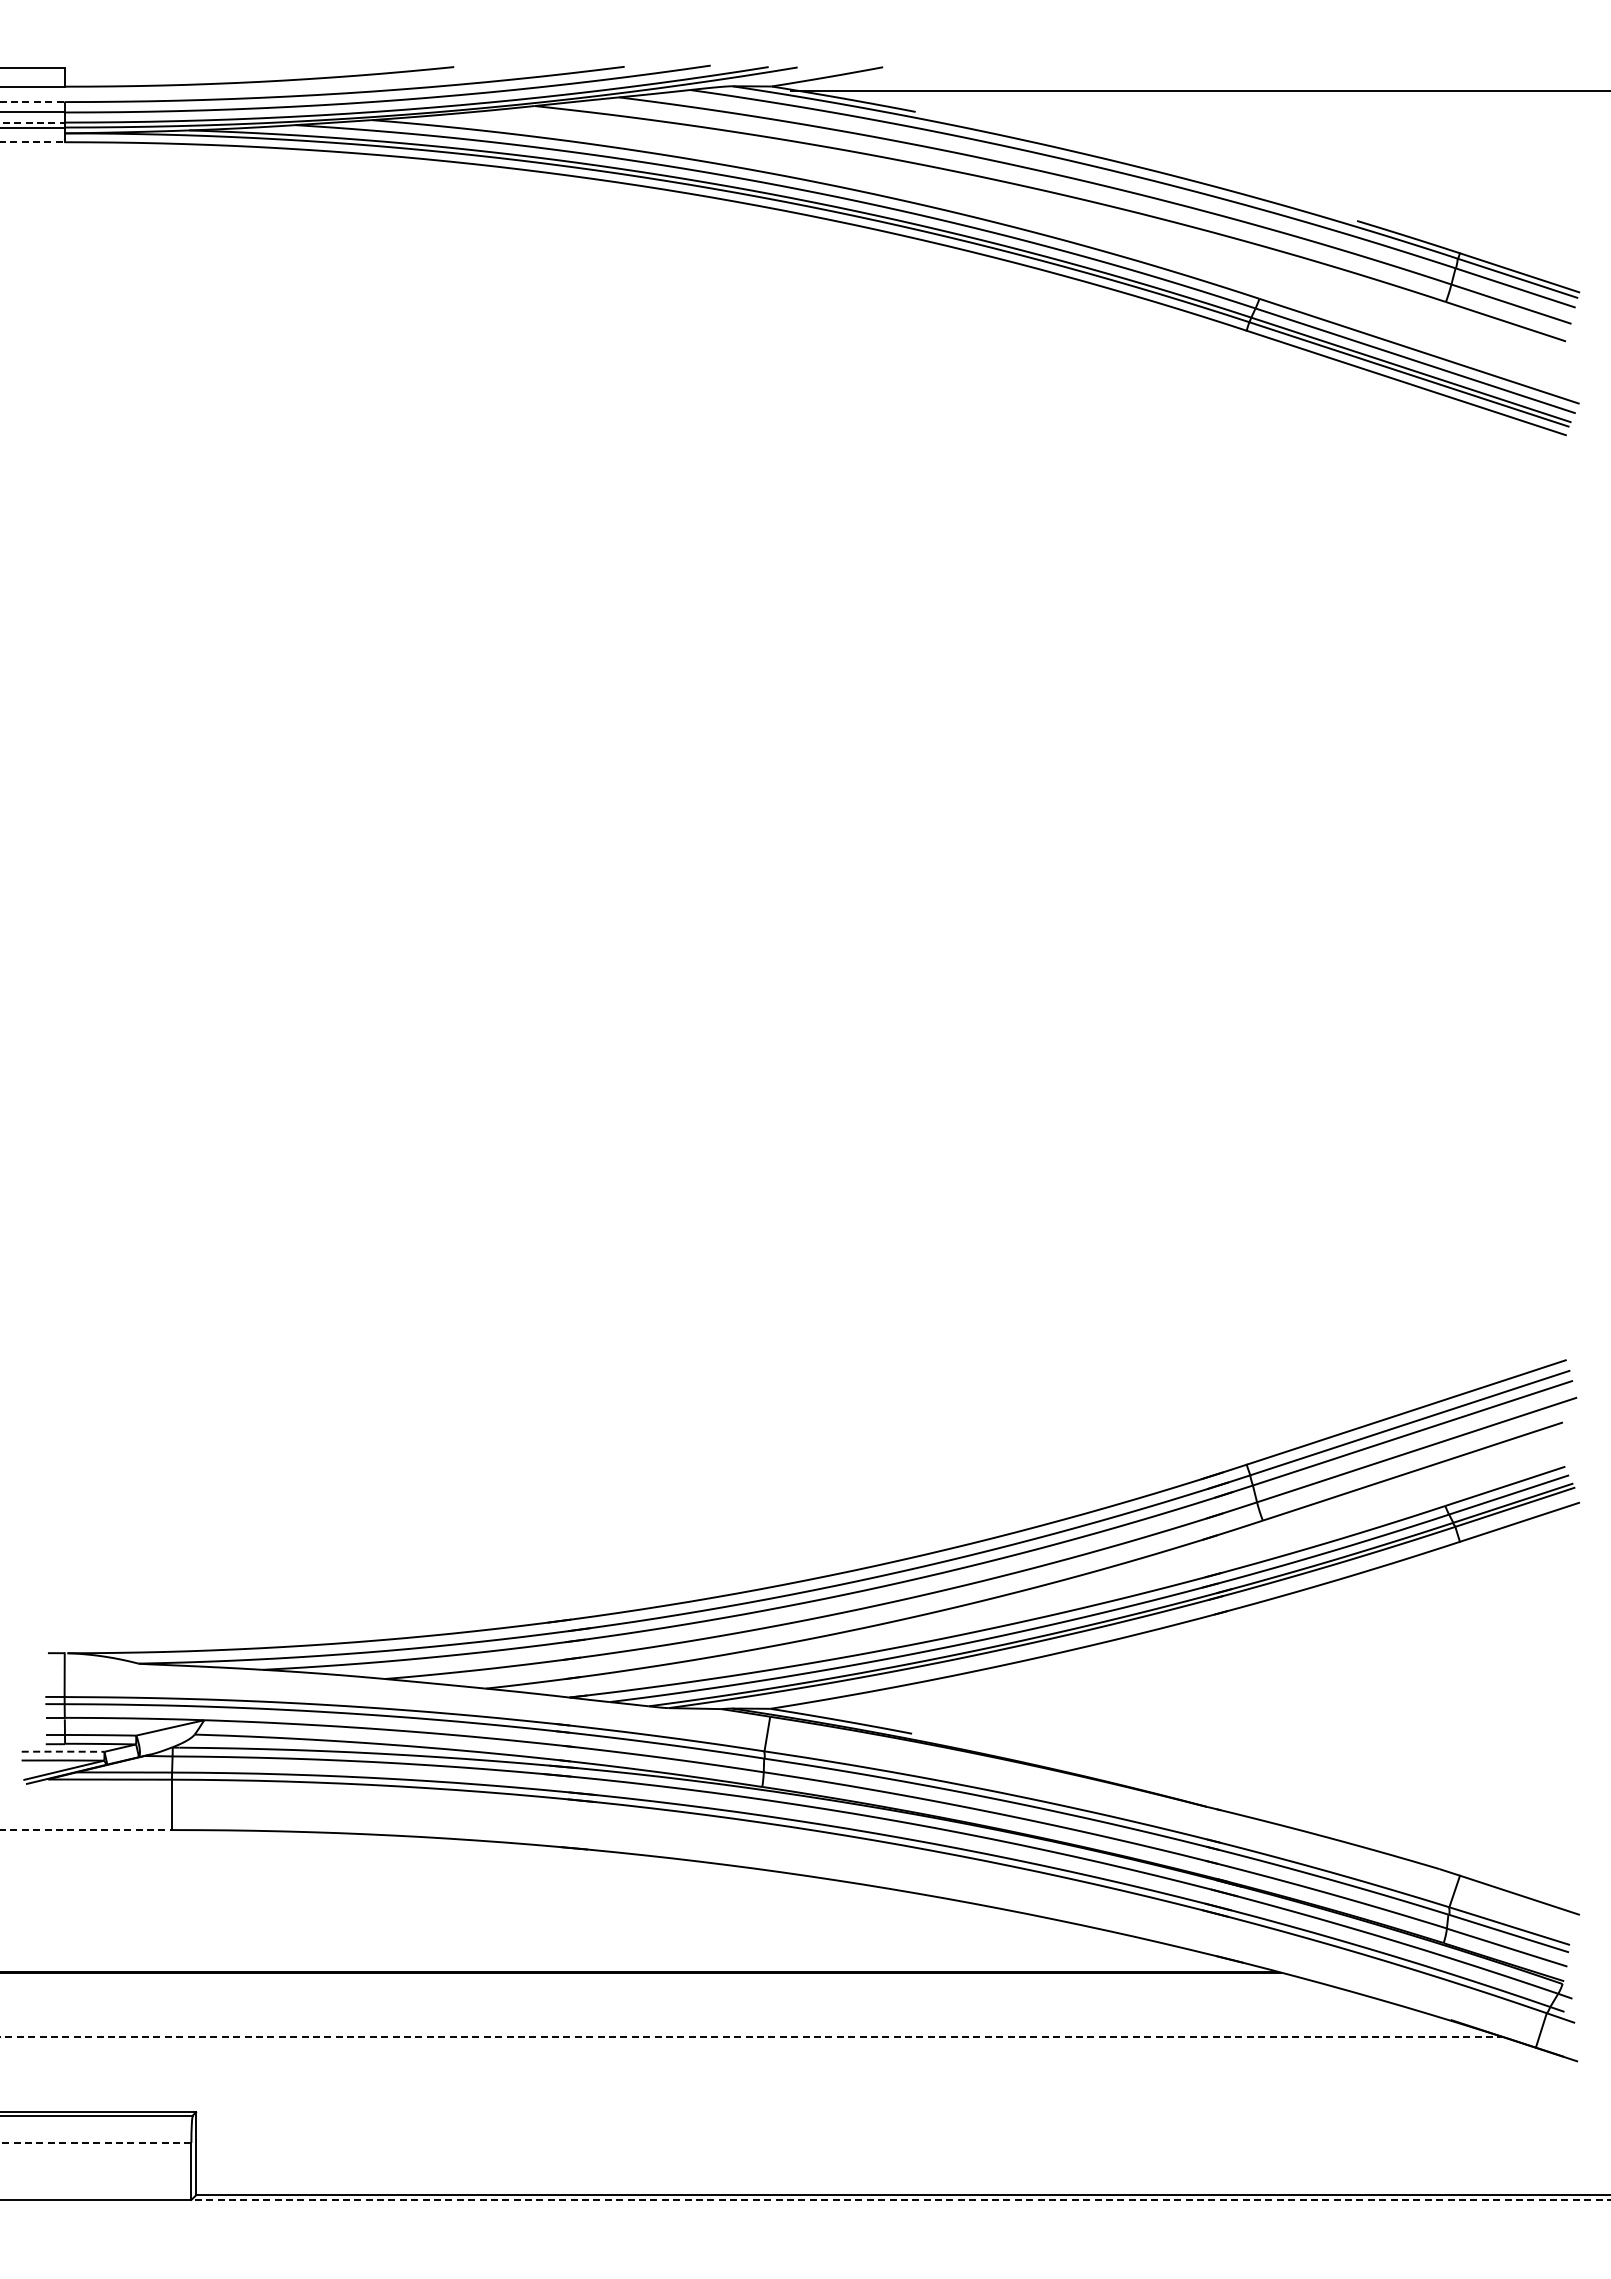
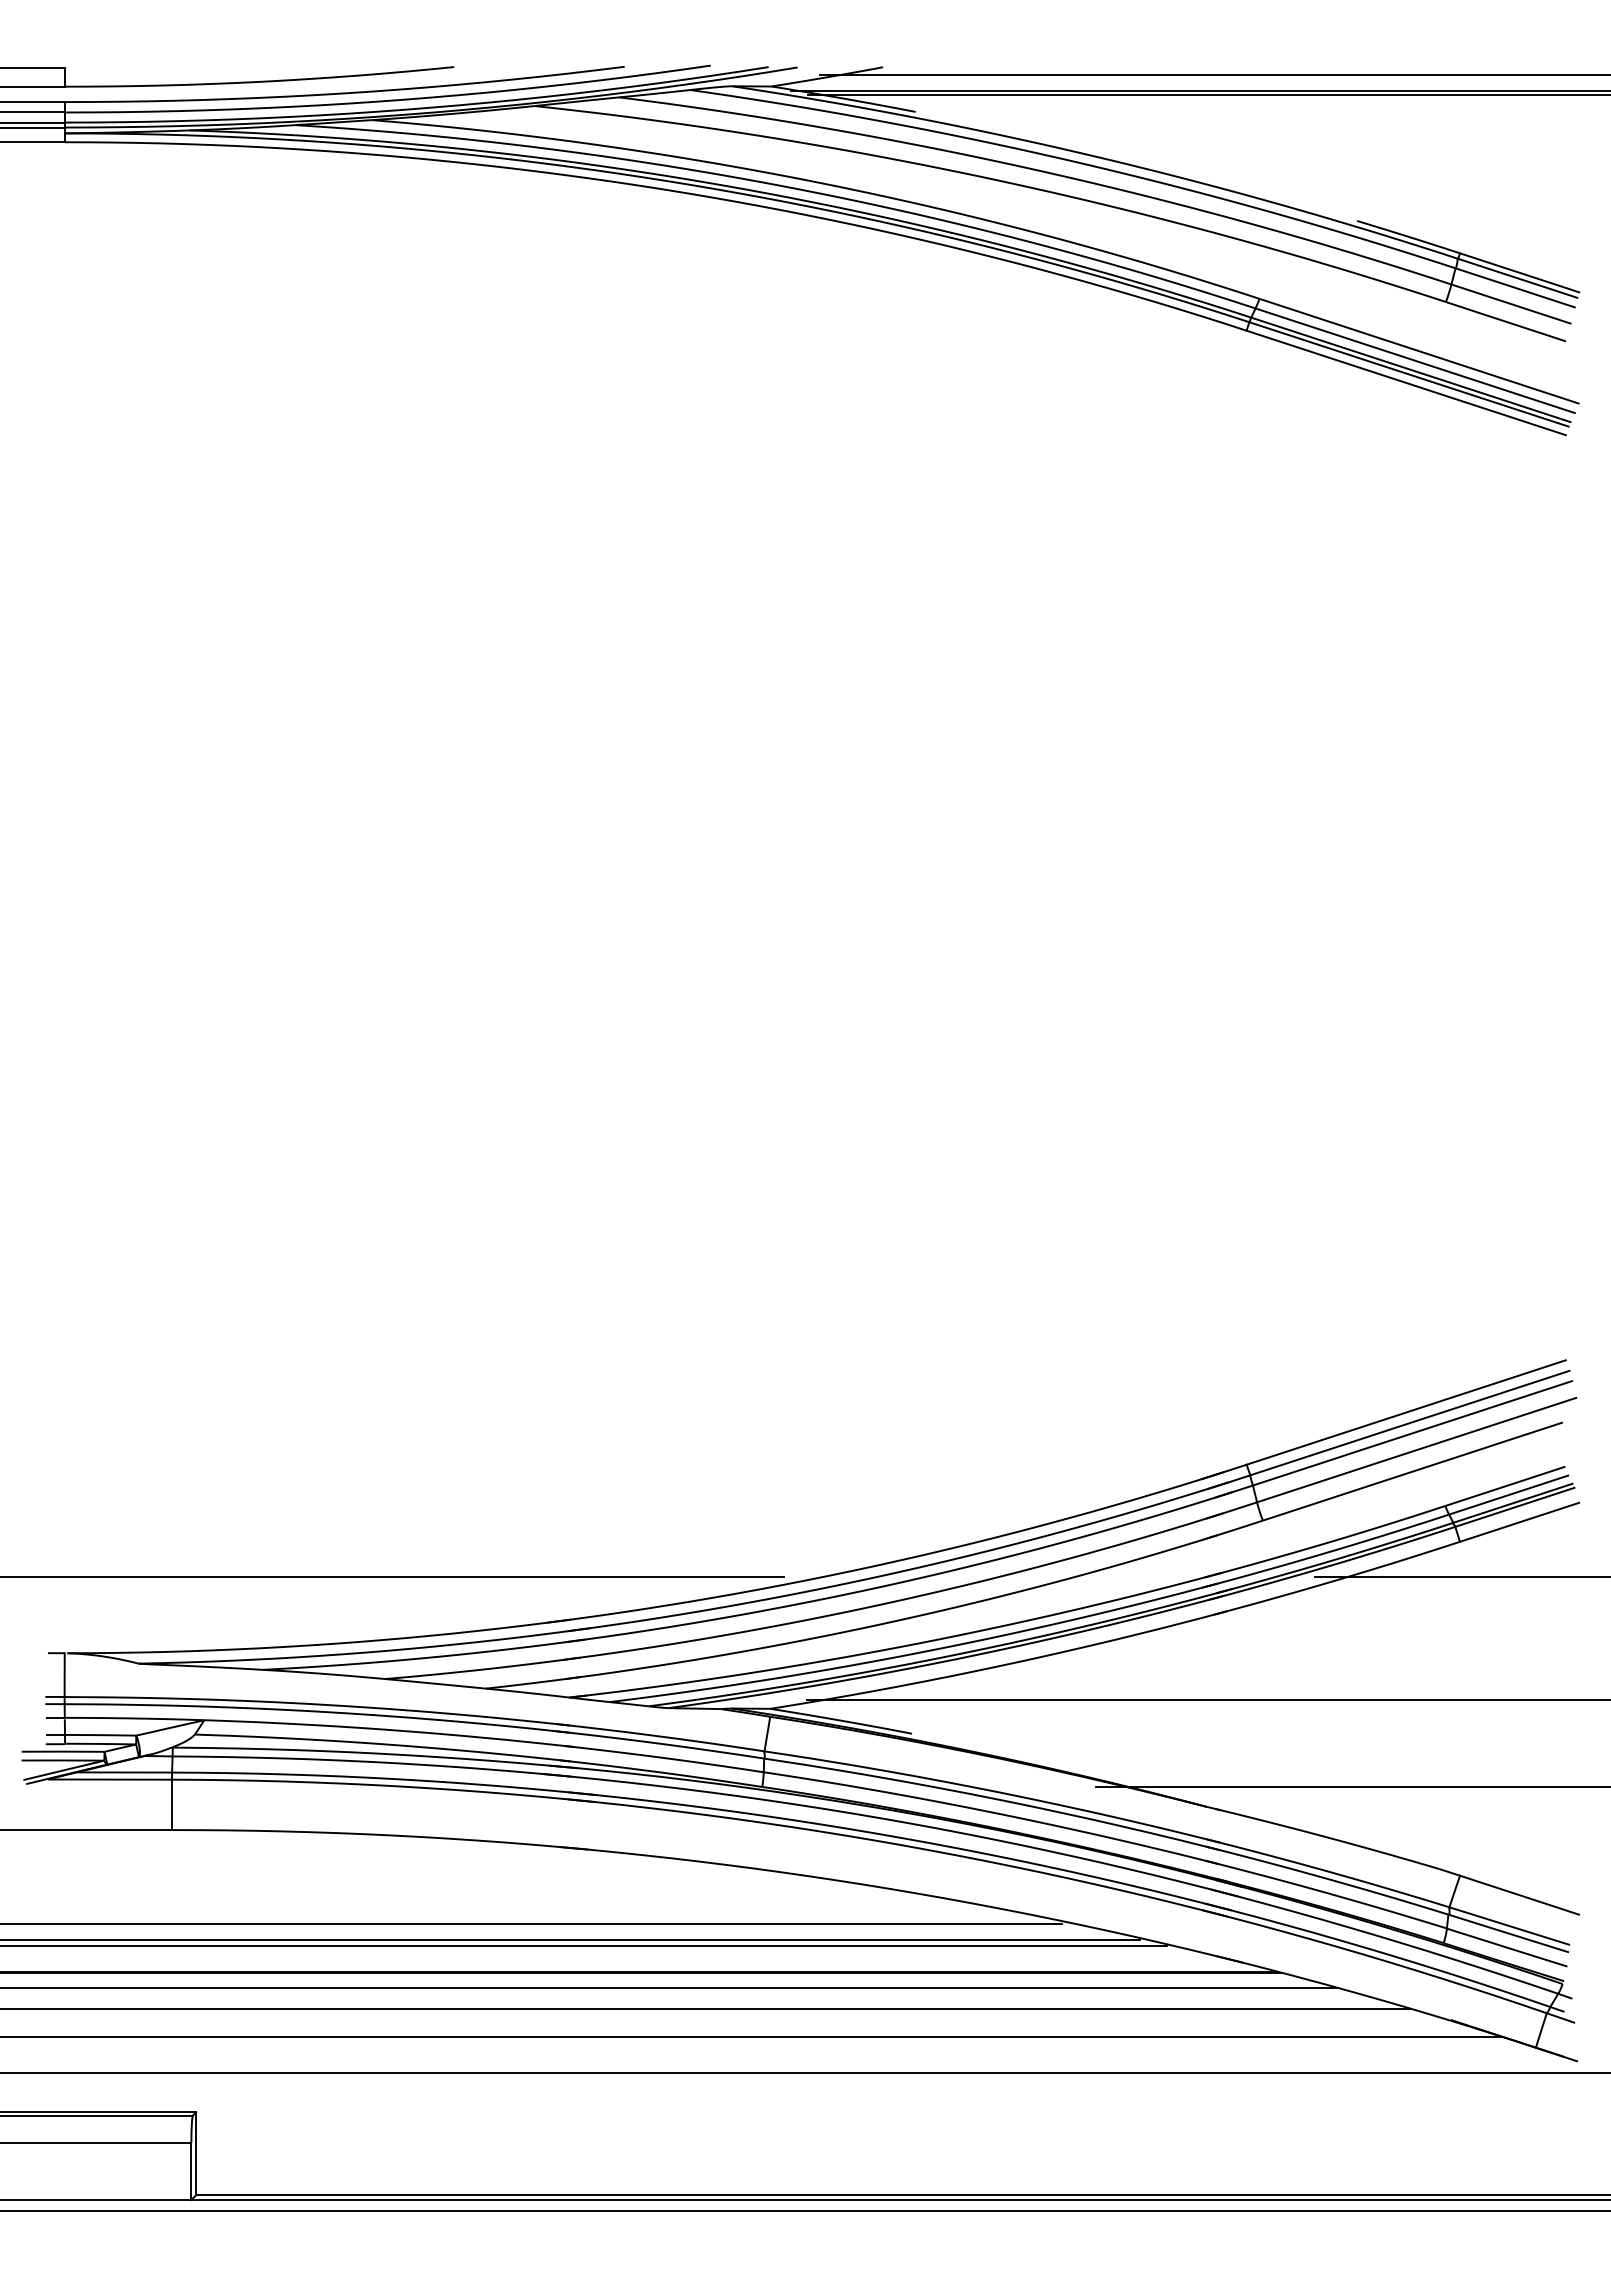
line at (1213, 74): none -> present
line at (1207, 95): none -> present
line at (32, 102): dashed -> solid
line at (32, 122): dashed -> solid
line at (32, 142): dashed -> solid
line at (392, 1577): none -> present
line at (1460, 1577): none -> present
line at (1206, 1700): none -> present
line at (63, 1751): dashed -> solid
line at (1351, 1786): none -> present
line at (85, 1830): dashed -> solid
line at (531, 1923): none -> present
line at (570, 1940): none -> present
line at (584, 1946): none -> present
line at (669, 1987): none -> present
line at (706, 2008): none -> present
line at (752, 2036): dashed -> solid
line at (804, 2072): none -> present
line at (95, 2142): dashed -> solid
line at (900, 2199): dashed -> solid
line at (804, 2210): none -> present
